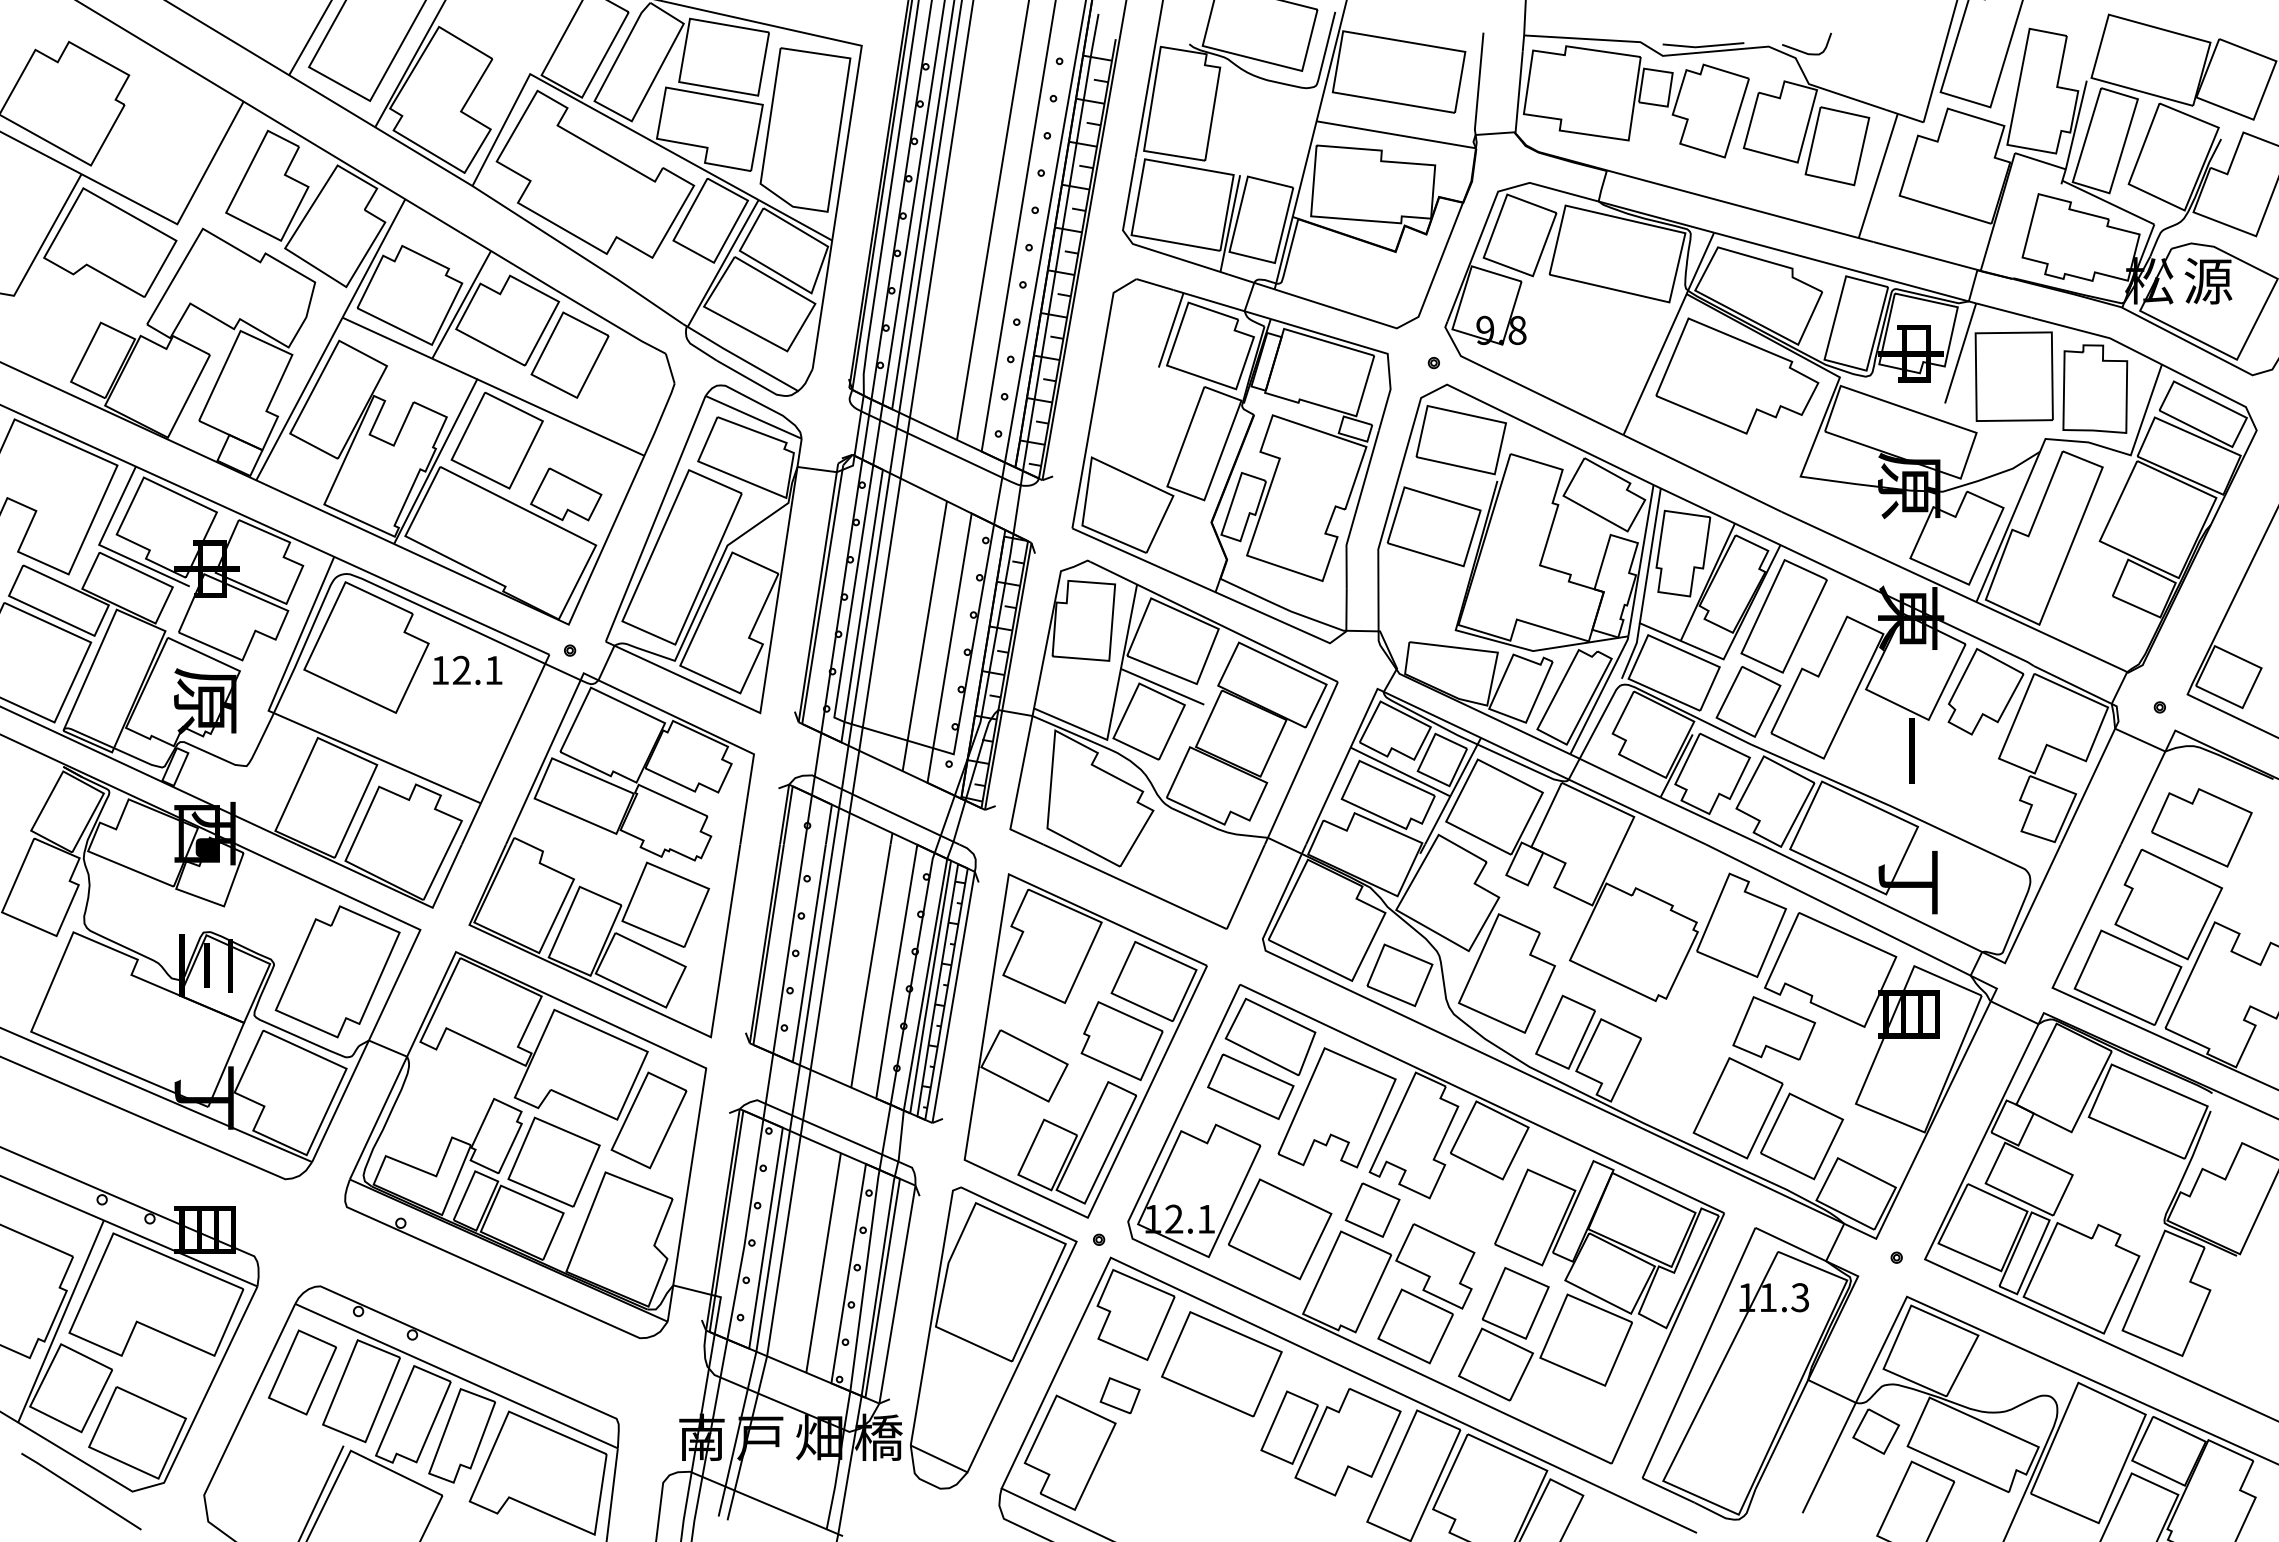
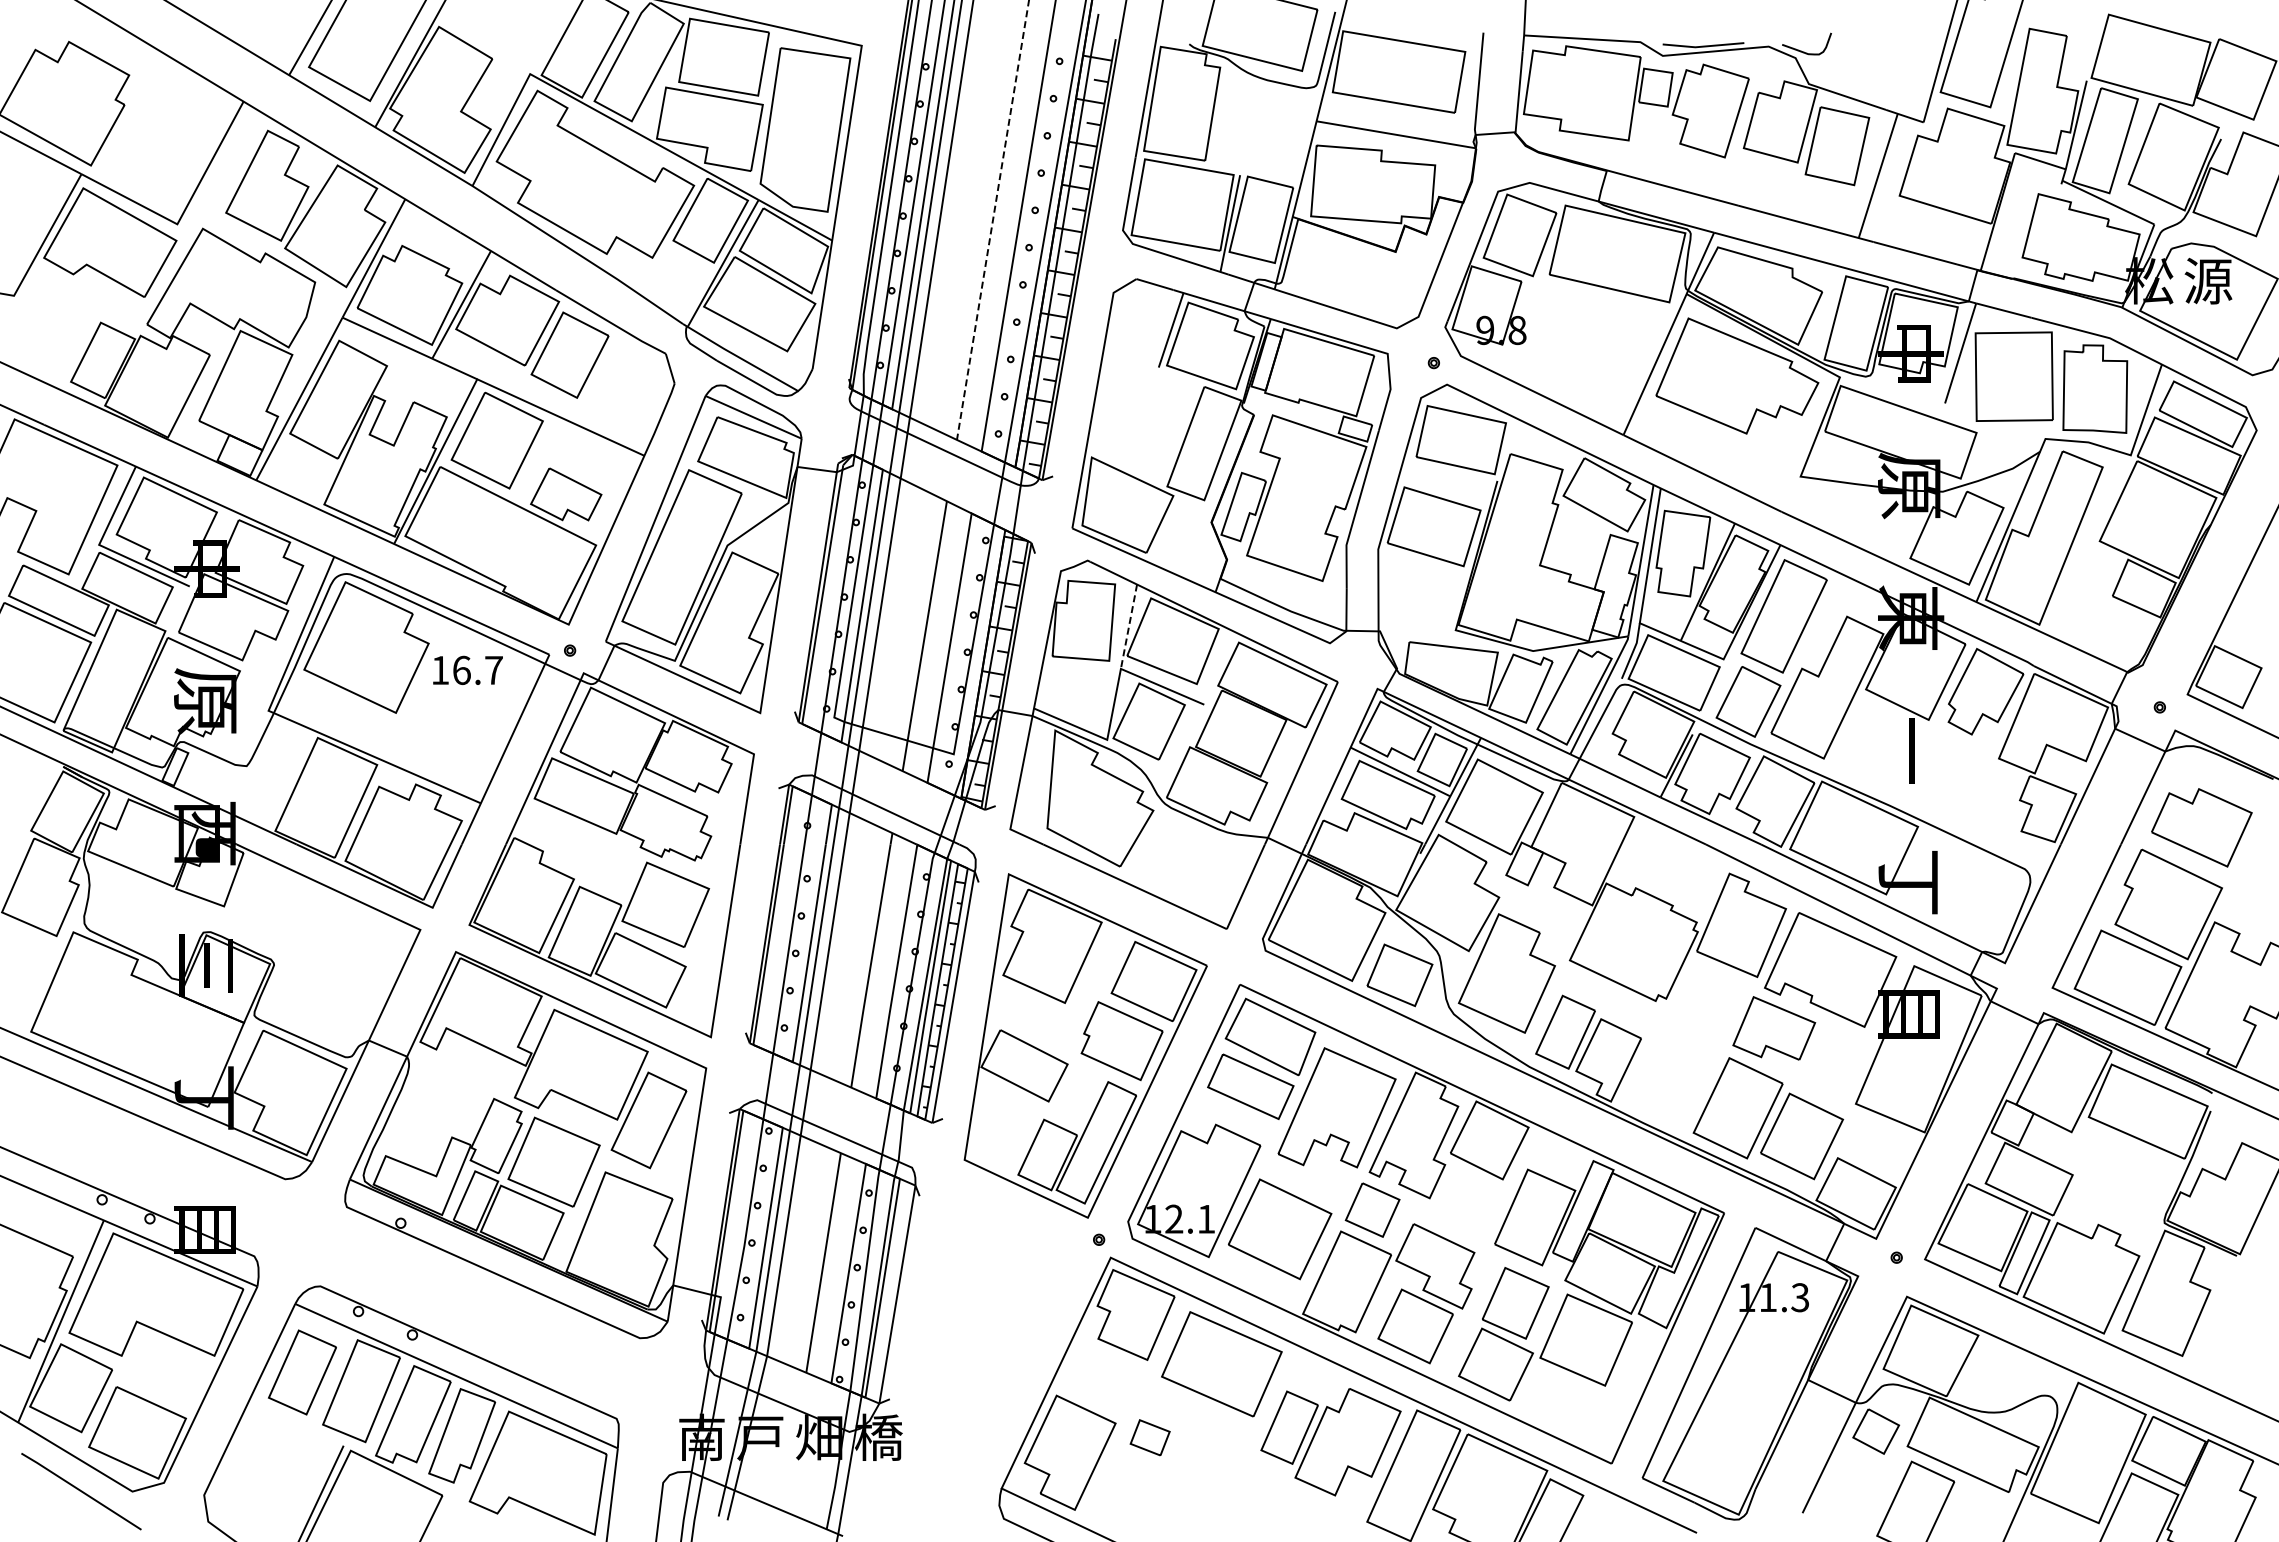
line at (993, 220): solid -> dashed
line at (1129, 626): solid -> dashed
text at (477, 670): 12.1 -> 16.7
part at (337, 971): present -> none
part at (993, 1337): present -> none
part at (1119, 1395) position: (1119, 1395) -> (1149, 1437)
